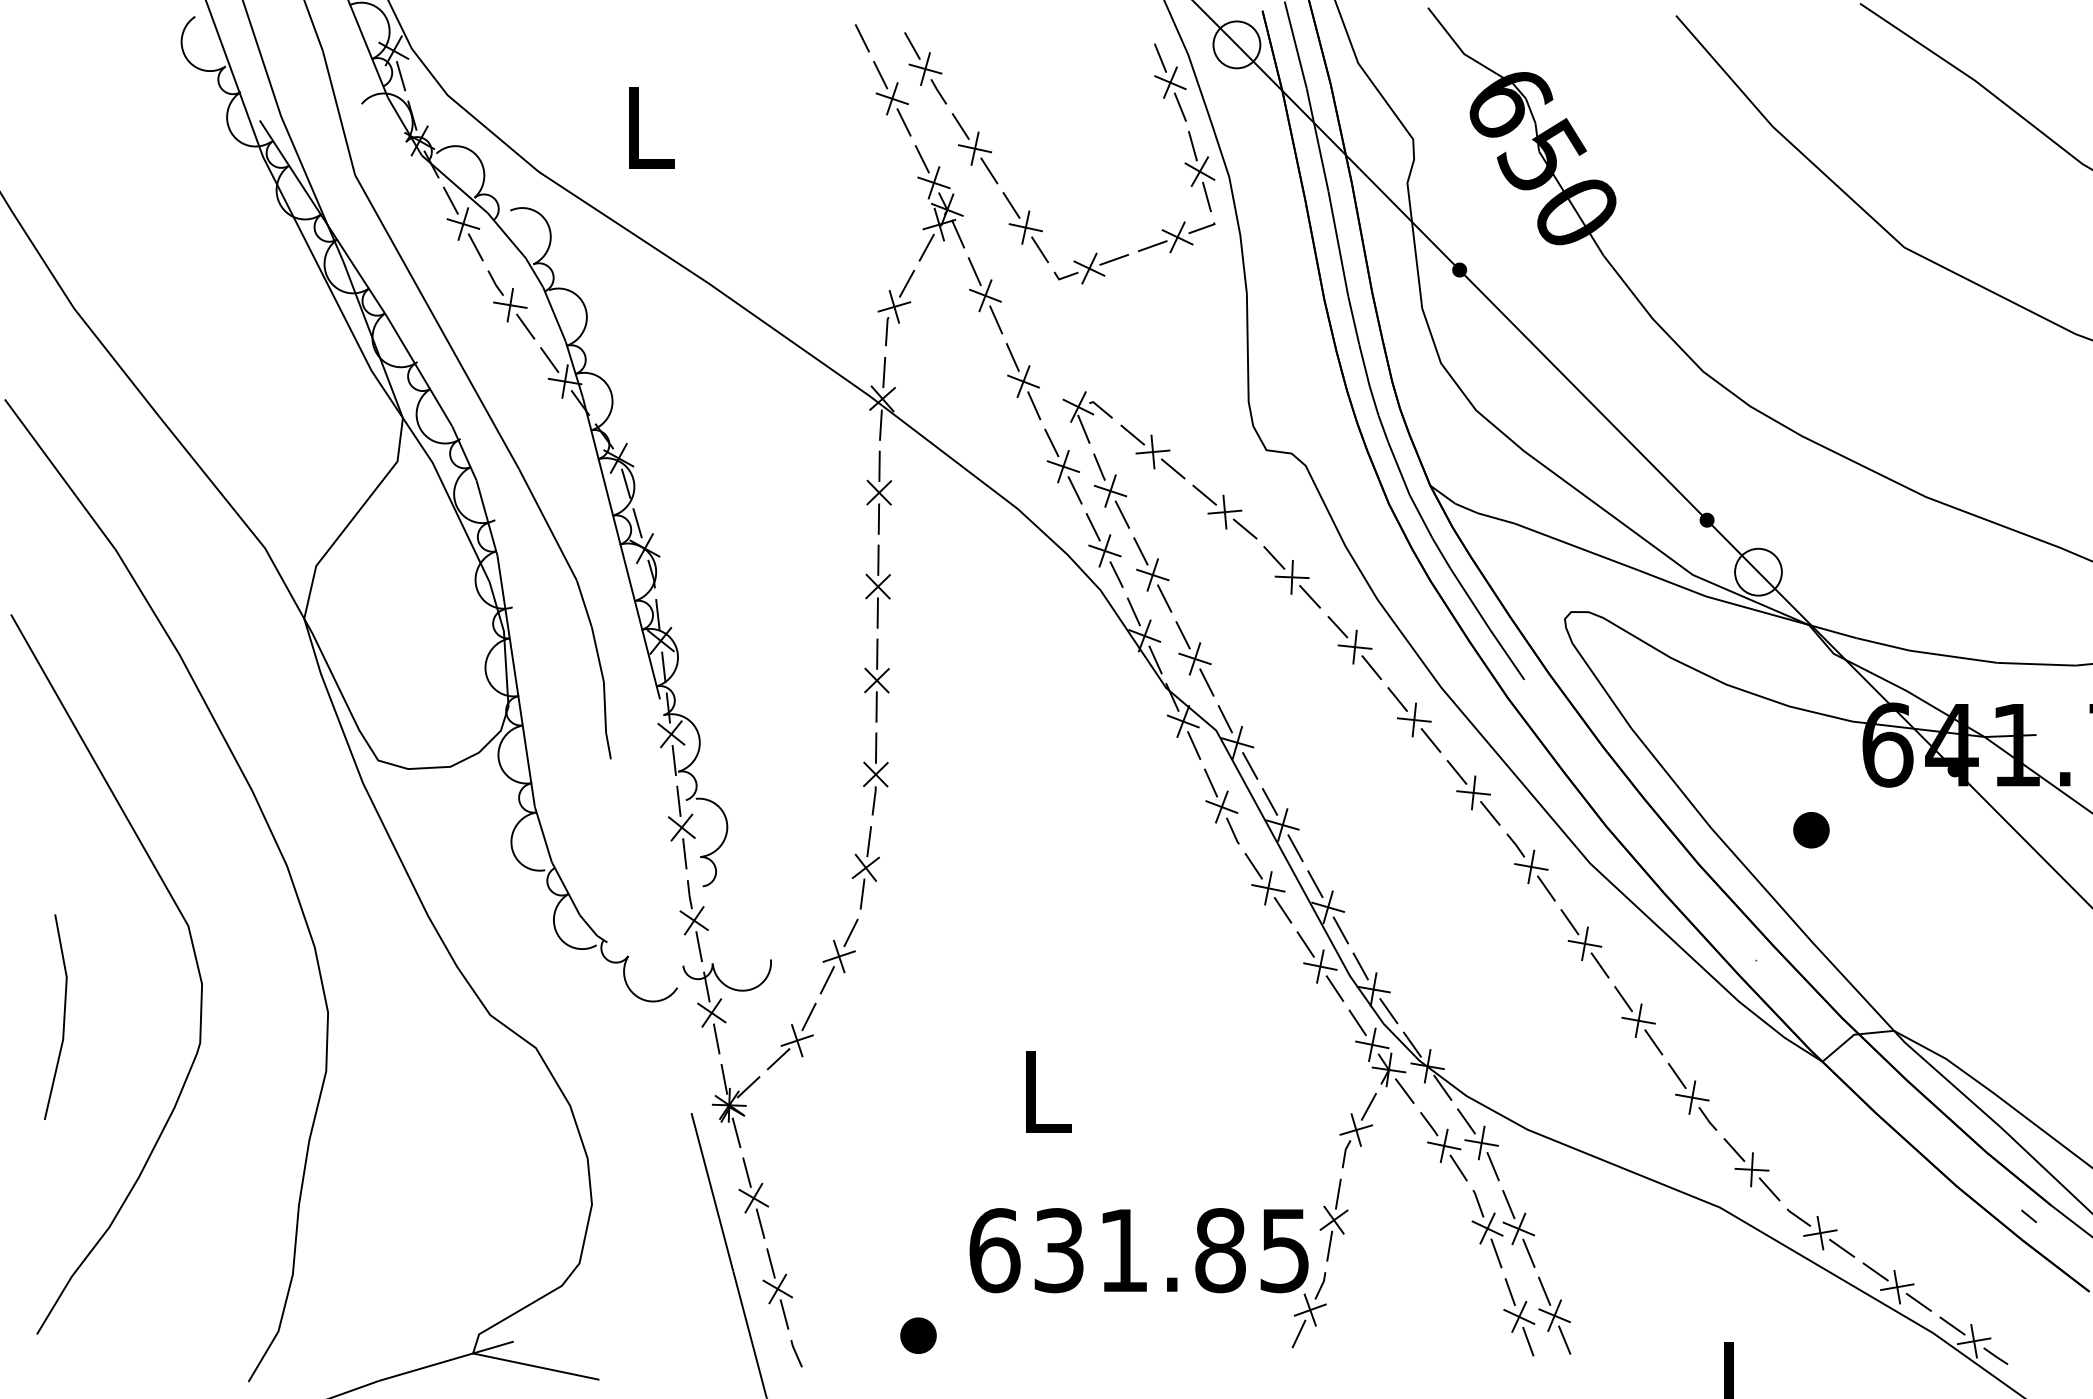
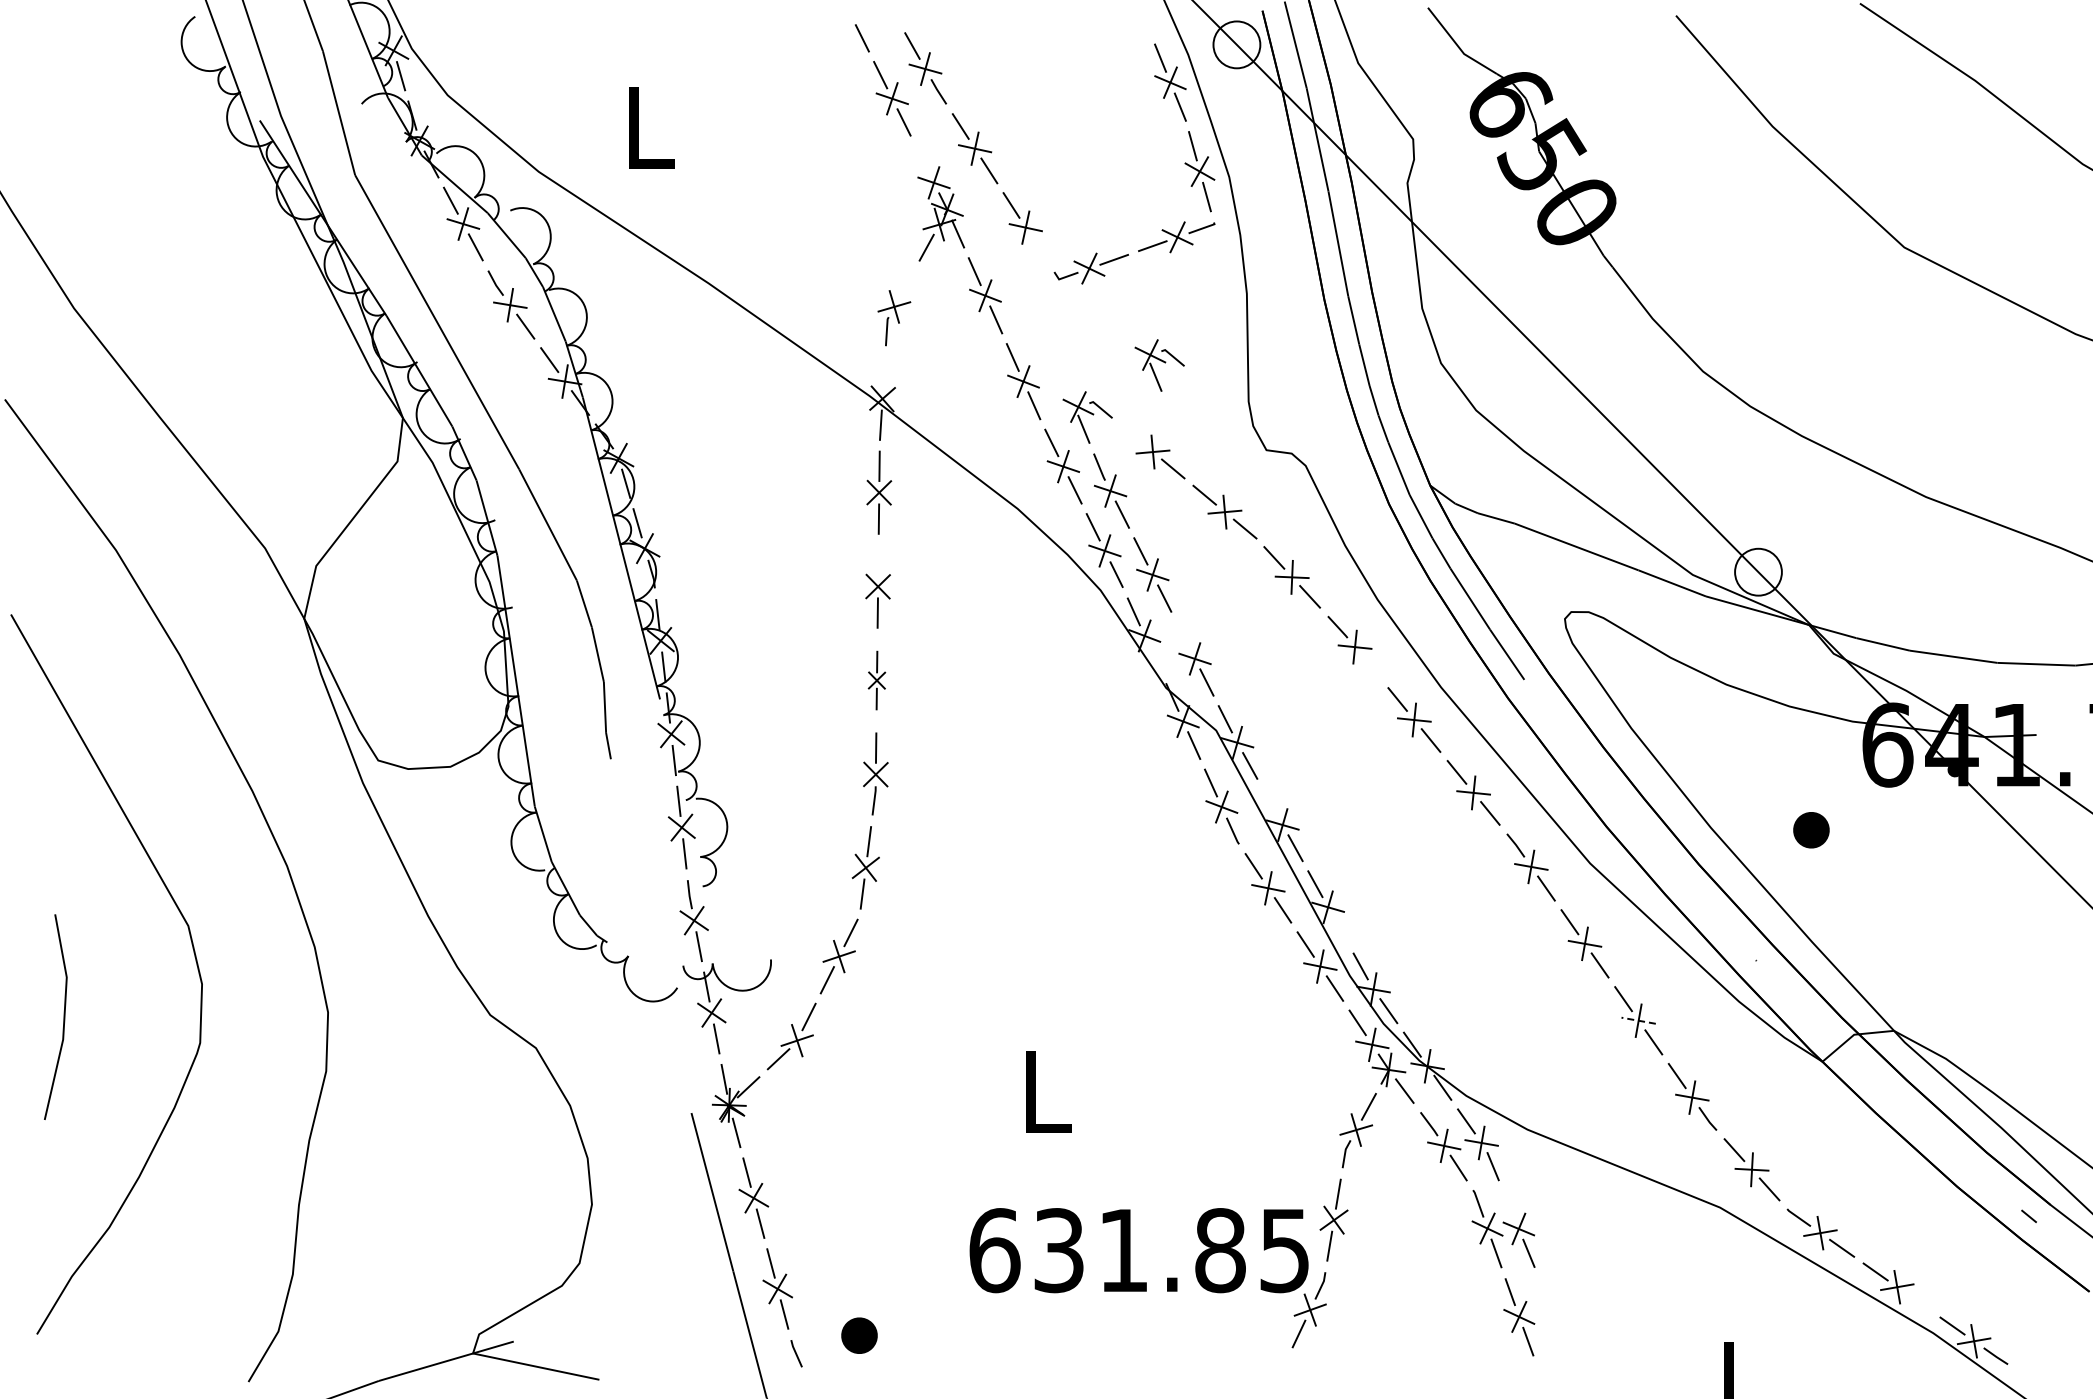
line at (921, 159): present -> none
line at (1040, 249): present -> none
fill at (1459, 269): present -> none
line at (907, 283): present -> none
part at (1159, 365): none -> present
line at (884, 372): present -> none
line at (1132, 434): present -> none
fill at (1706, 519): present -> none
line at (878, 559): present -> none
line at (1182, 635): present -> none
line at (1155, 659): present -> none
line at (1371, 667): present -> none
part at (876, 680) size: 26x85 px -> 20x61 px
line at (1269, 801): present -> none
line at (1340, 930): present -> none
line at (1638, 1020): solid -> dashed
line at (1508, 1204): present -> none
line at (1918, 1301): present -> none
part at (1554, 1315): present -> none
part at (918, 1335) position: (918, 1335) -> (859, 1335)
